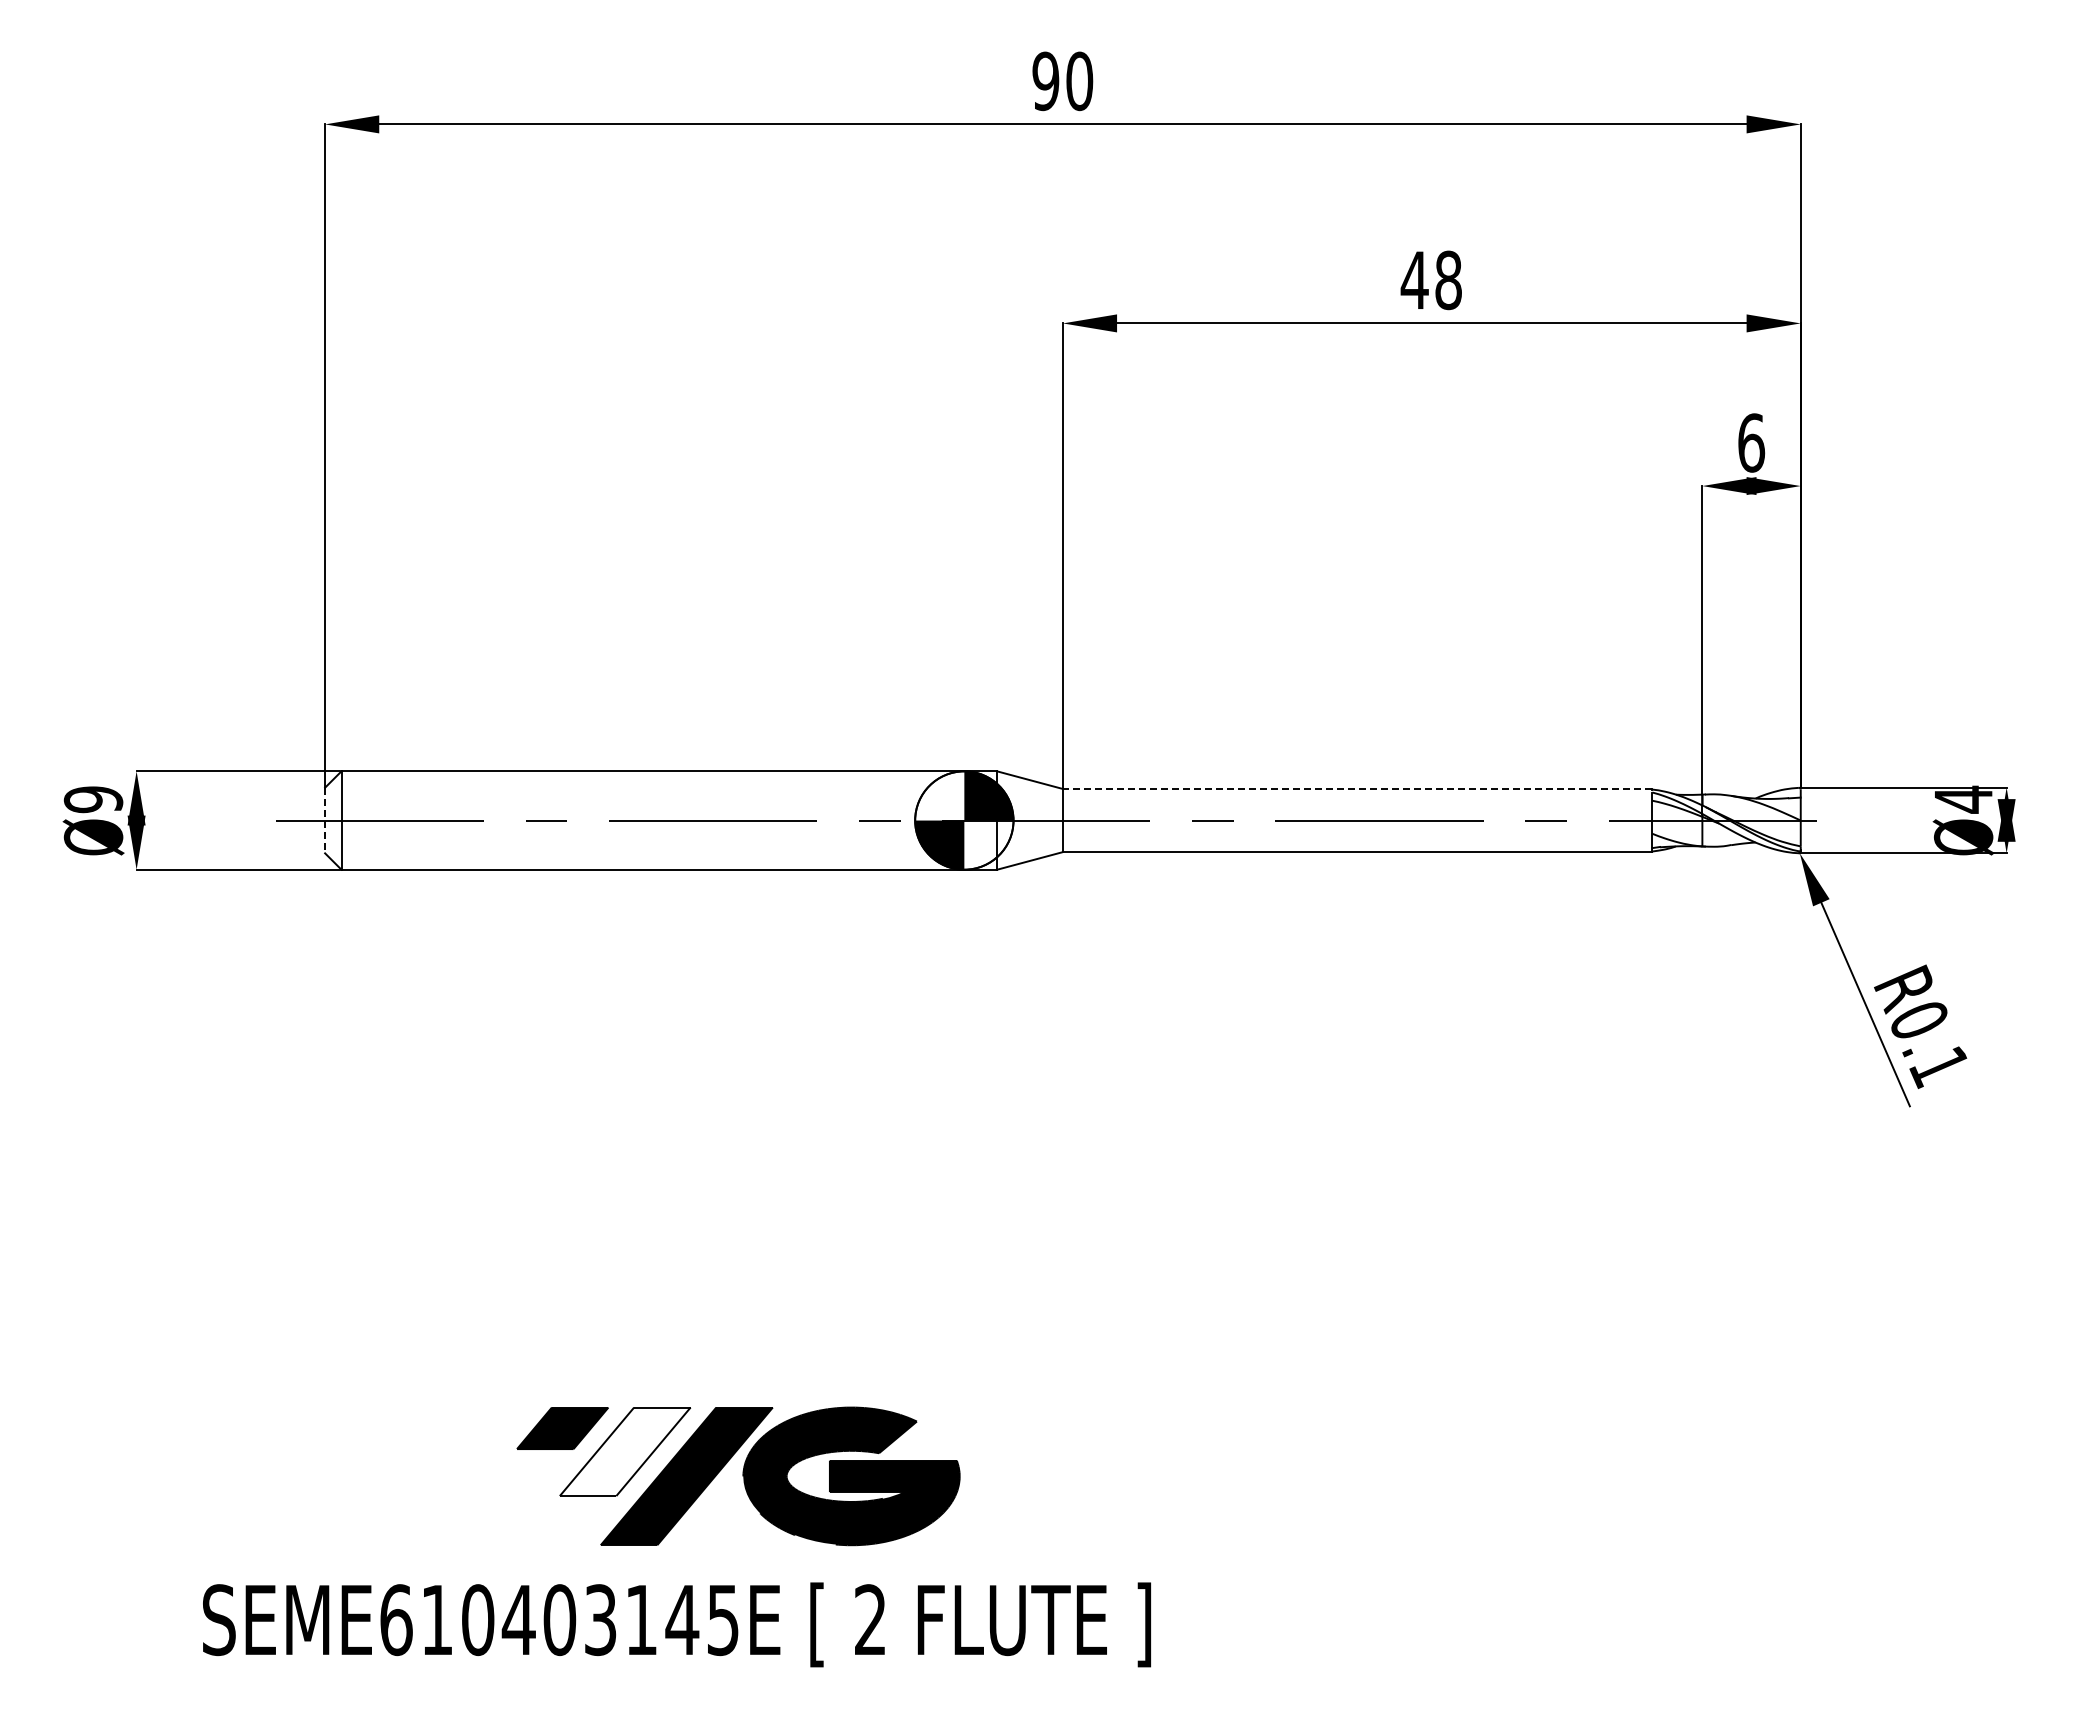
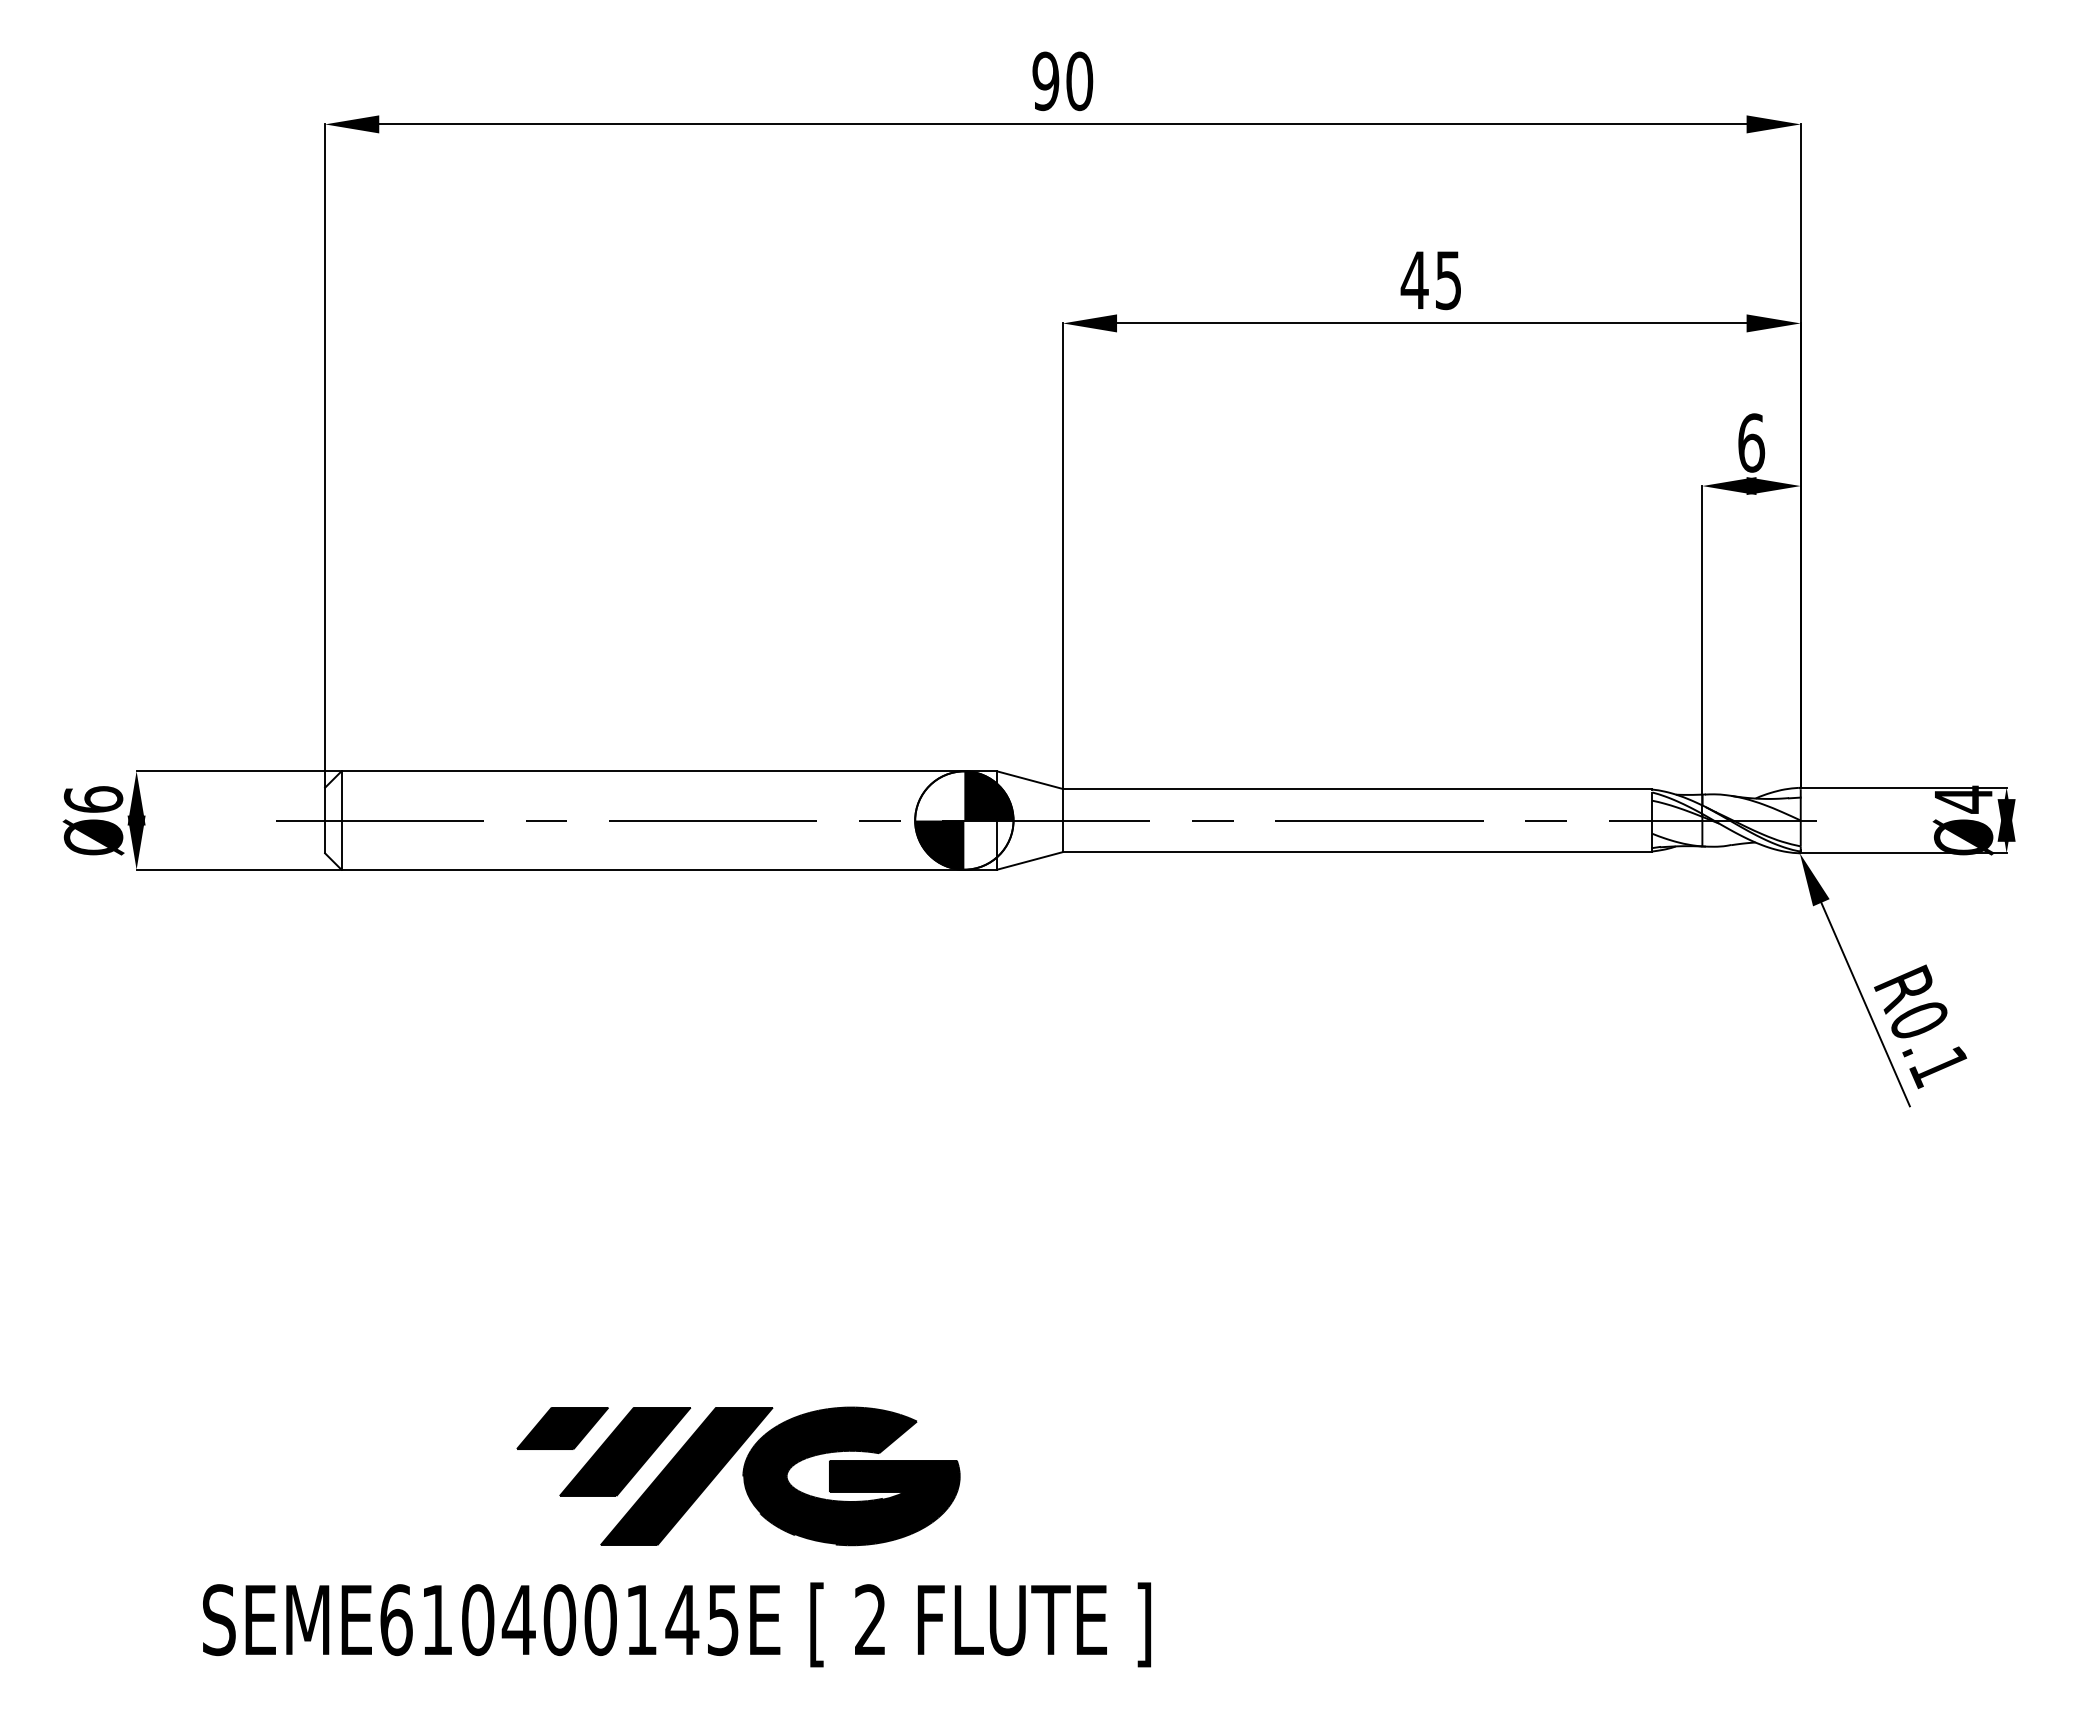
text at (1448, 280): 48 -> 45
line at (1357, 788): dashed -> solid
text at (93, 799): Ø9 -> Ø6
line at (325, 820): dashed -> solid
fill at (624, 1451): none -> present
text at (600, 1620): SEME610403145E -> SEME610400145E
